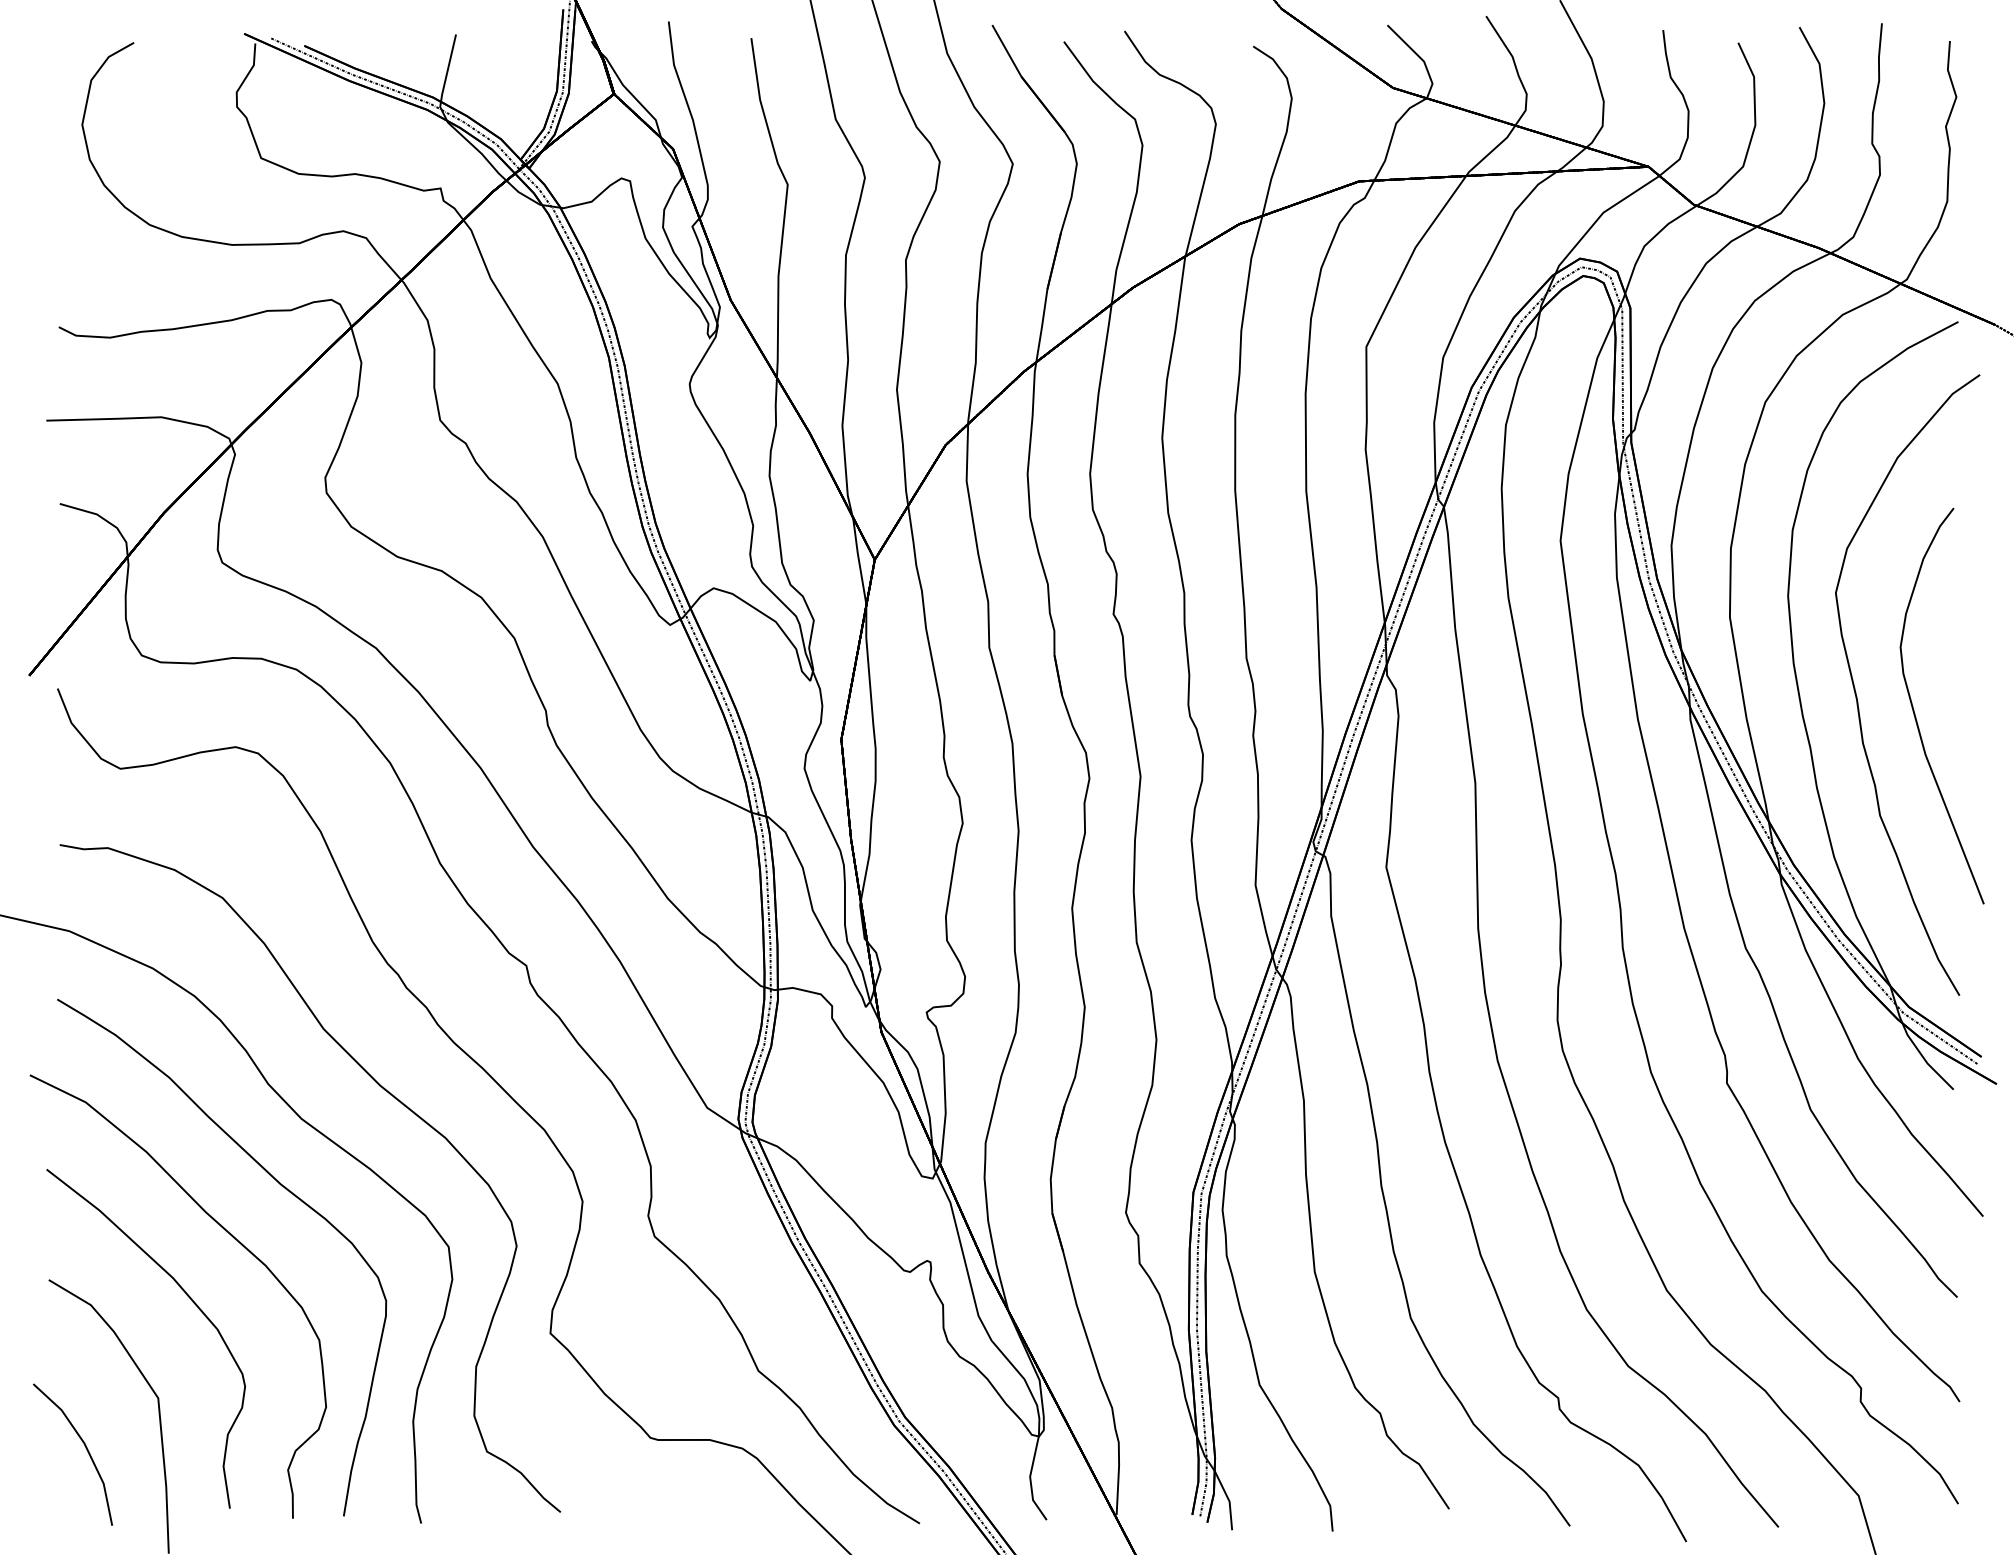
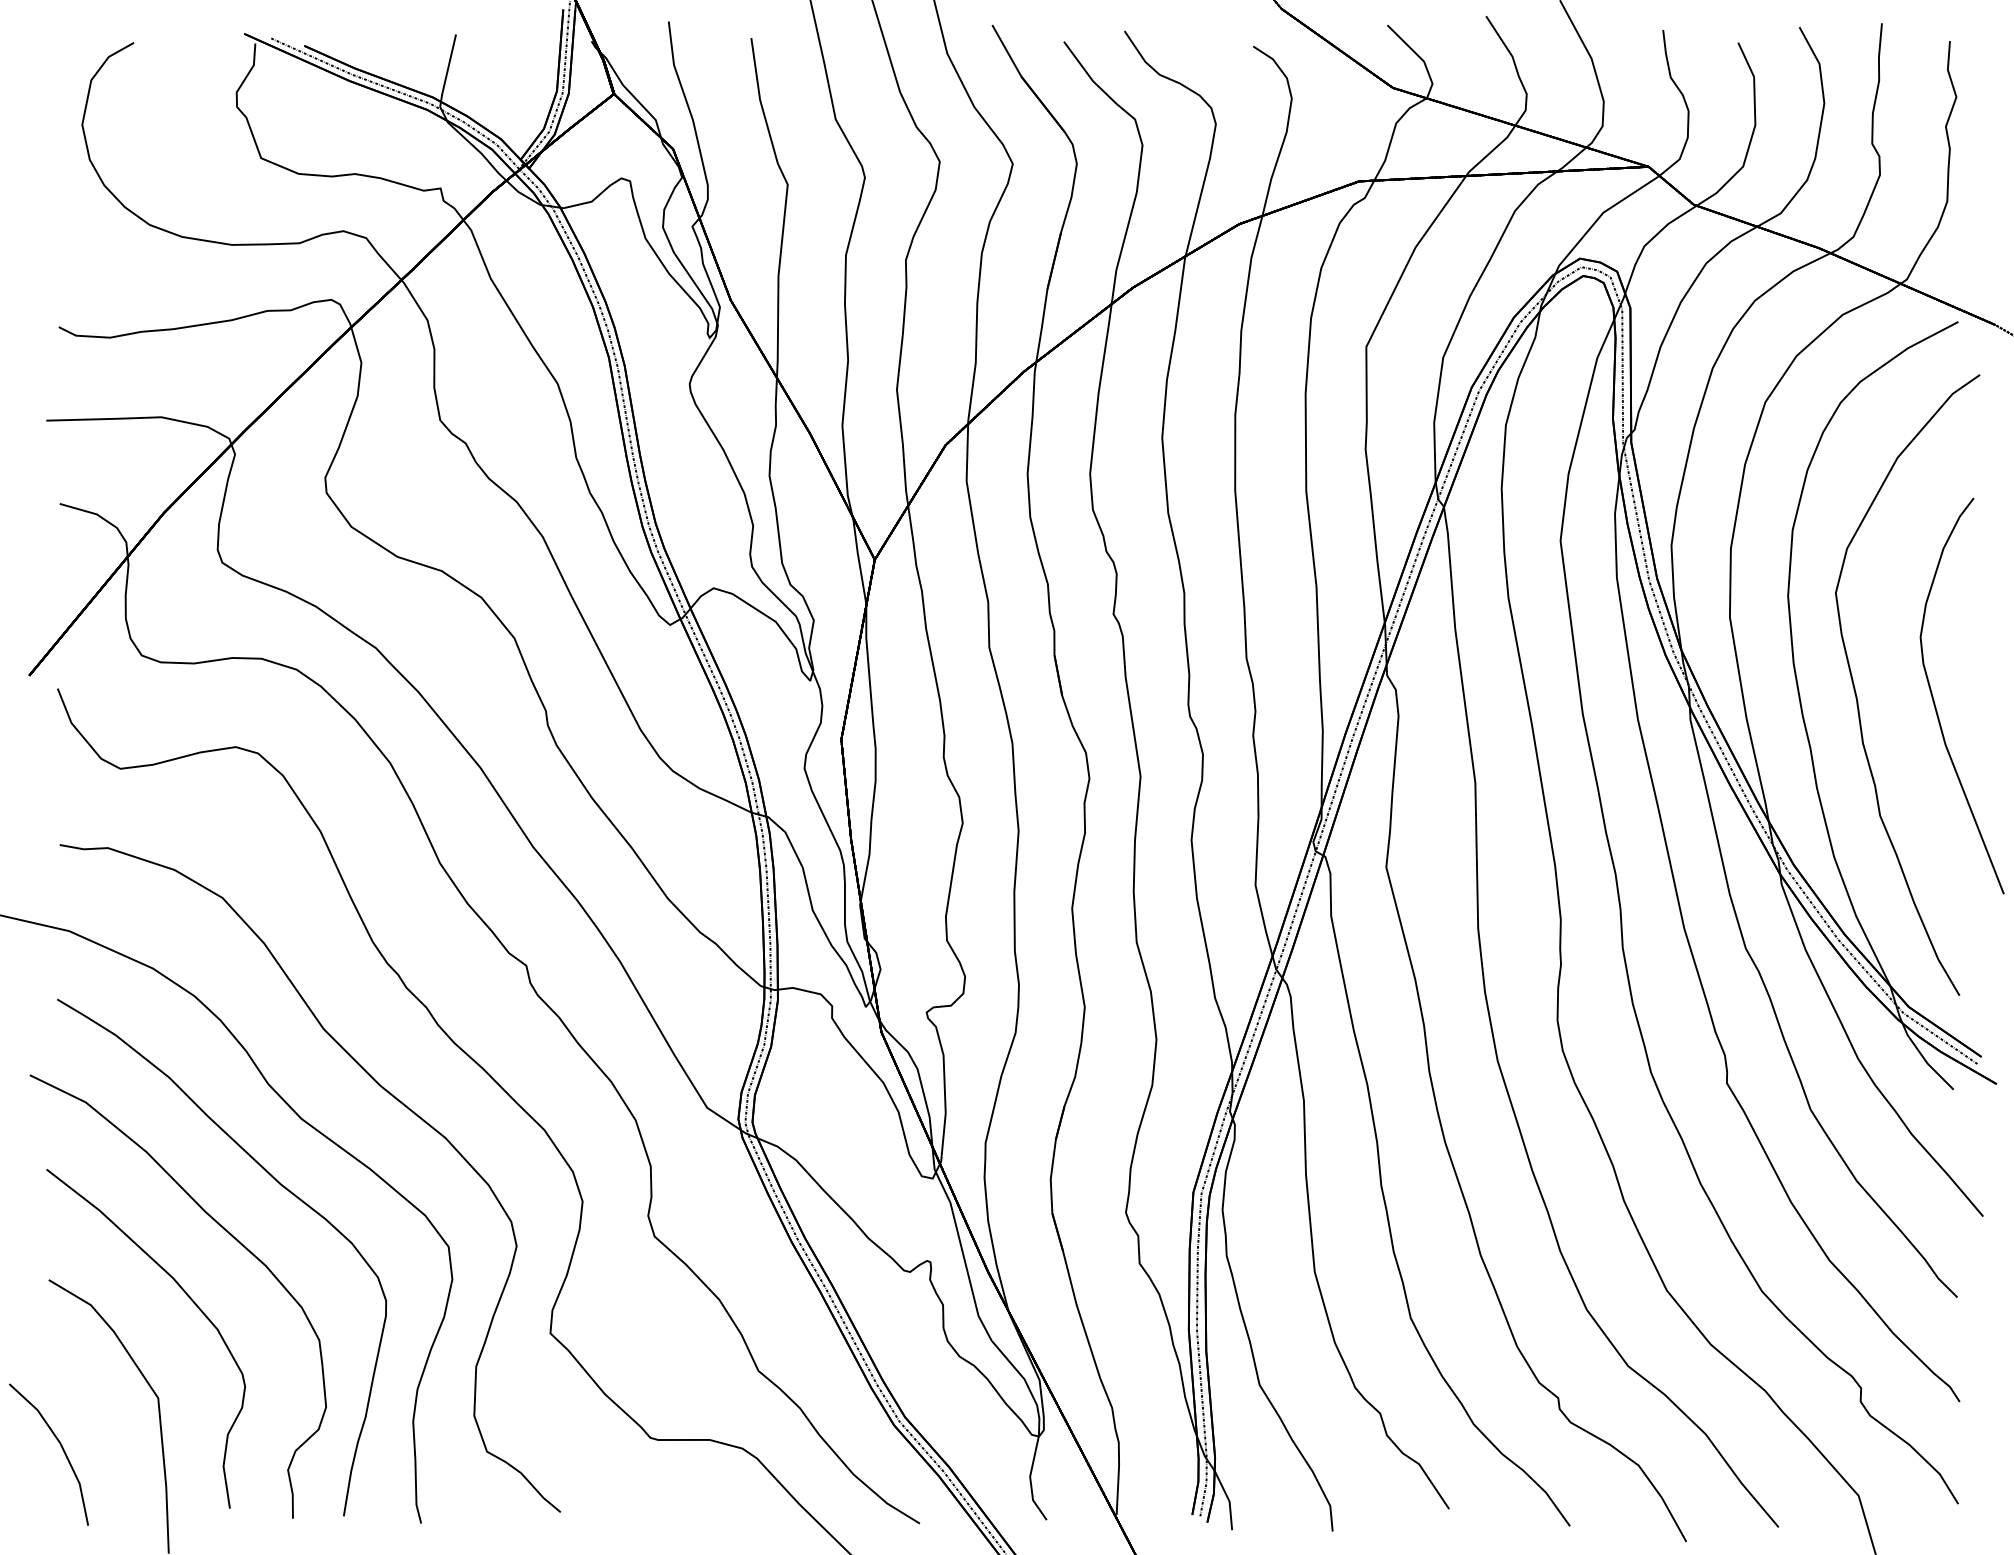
curve at (1915, 713) position: (1915, 713) -> (1935, 703)
line at (85, 1448) position: (85, 1448) -> (61, 1448)
